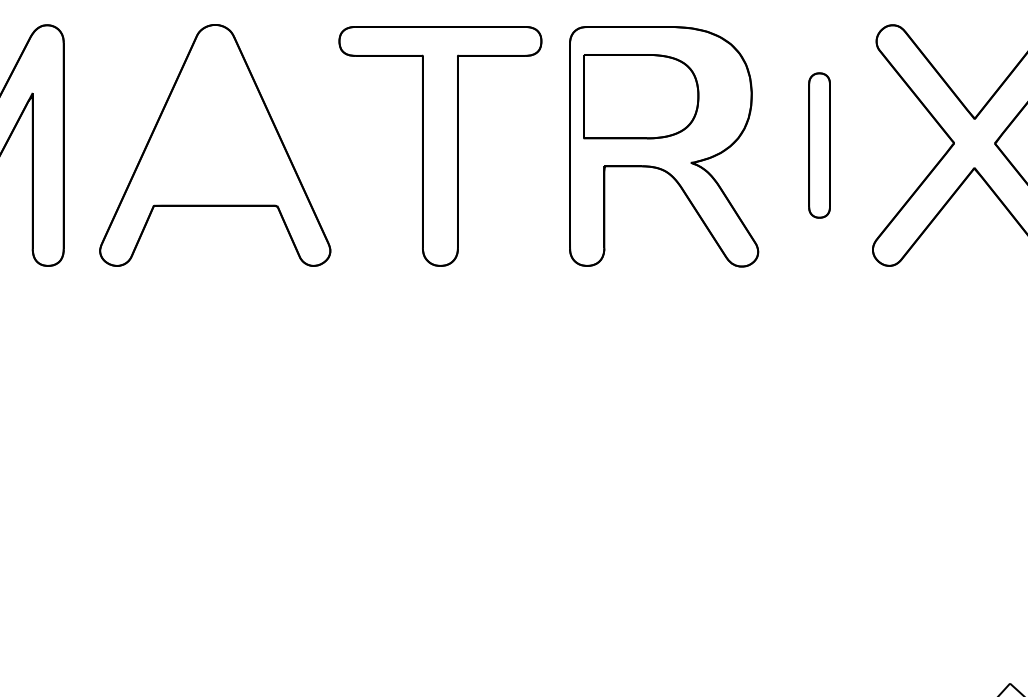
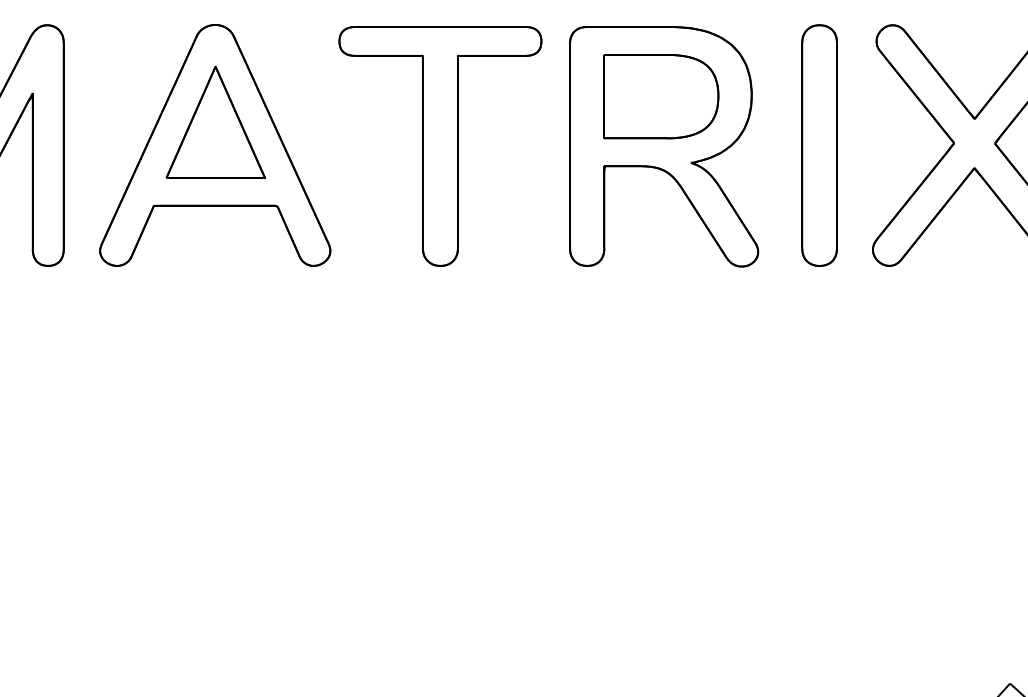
part at (641, 96) position: (641, 96) -> (661, 96)
part at (215, 121): none -> present
part at (819, 145) size: 23x147 px -> 37x243 px
